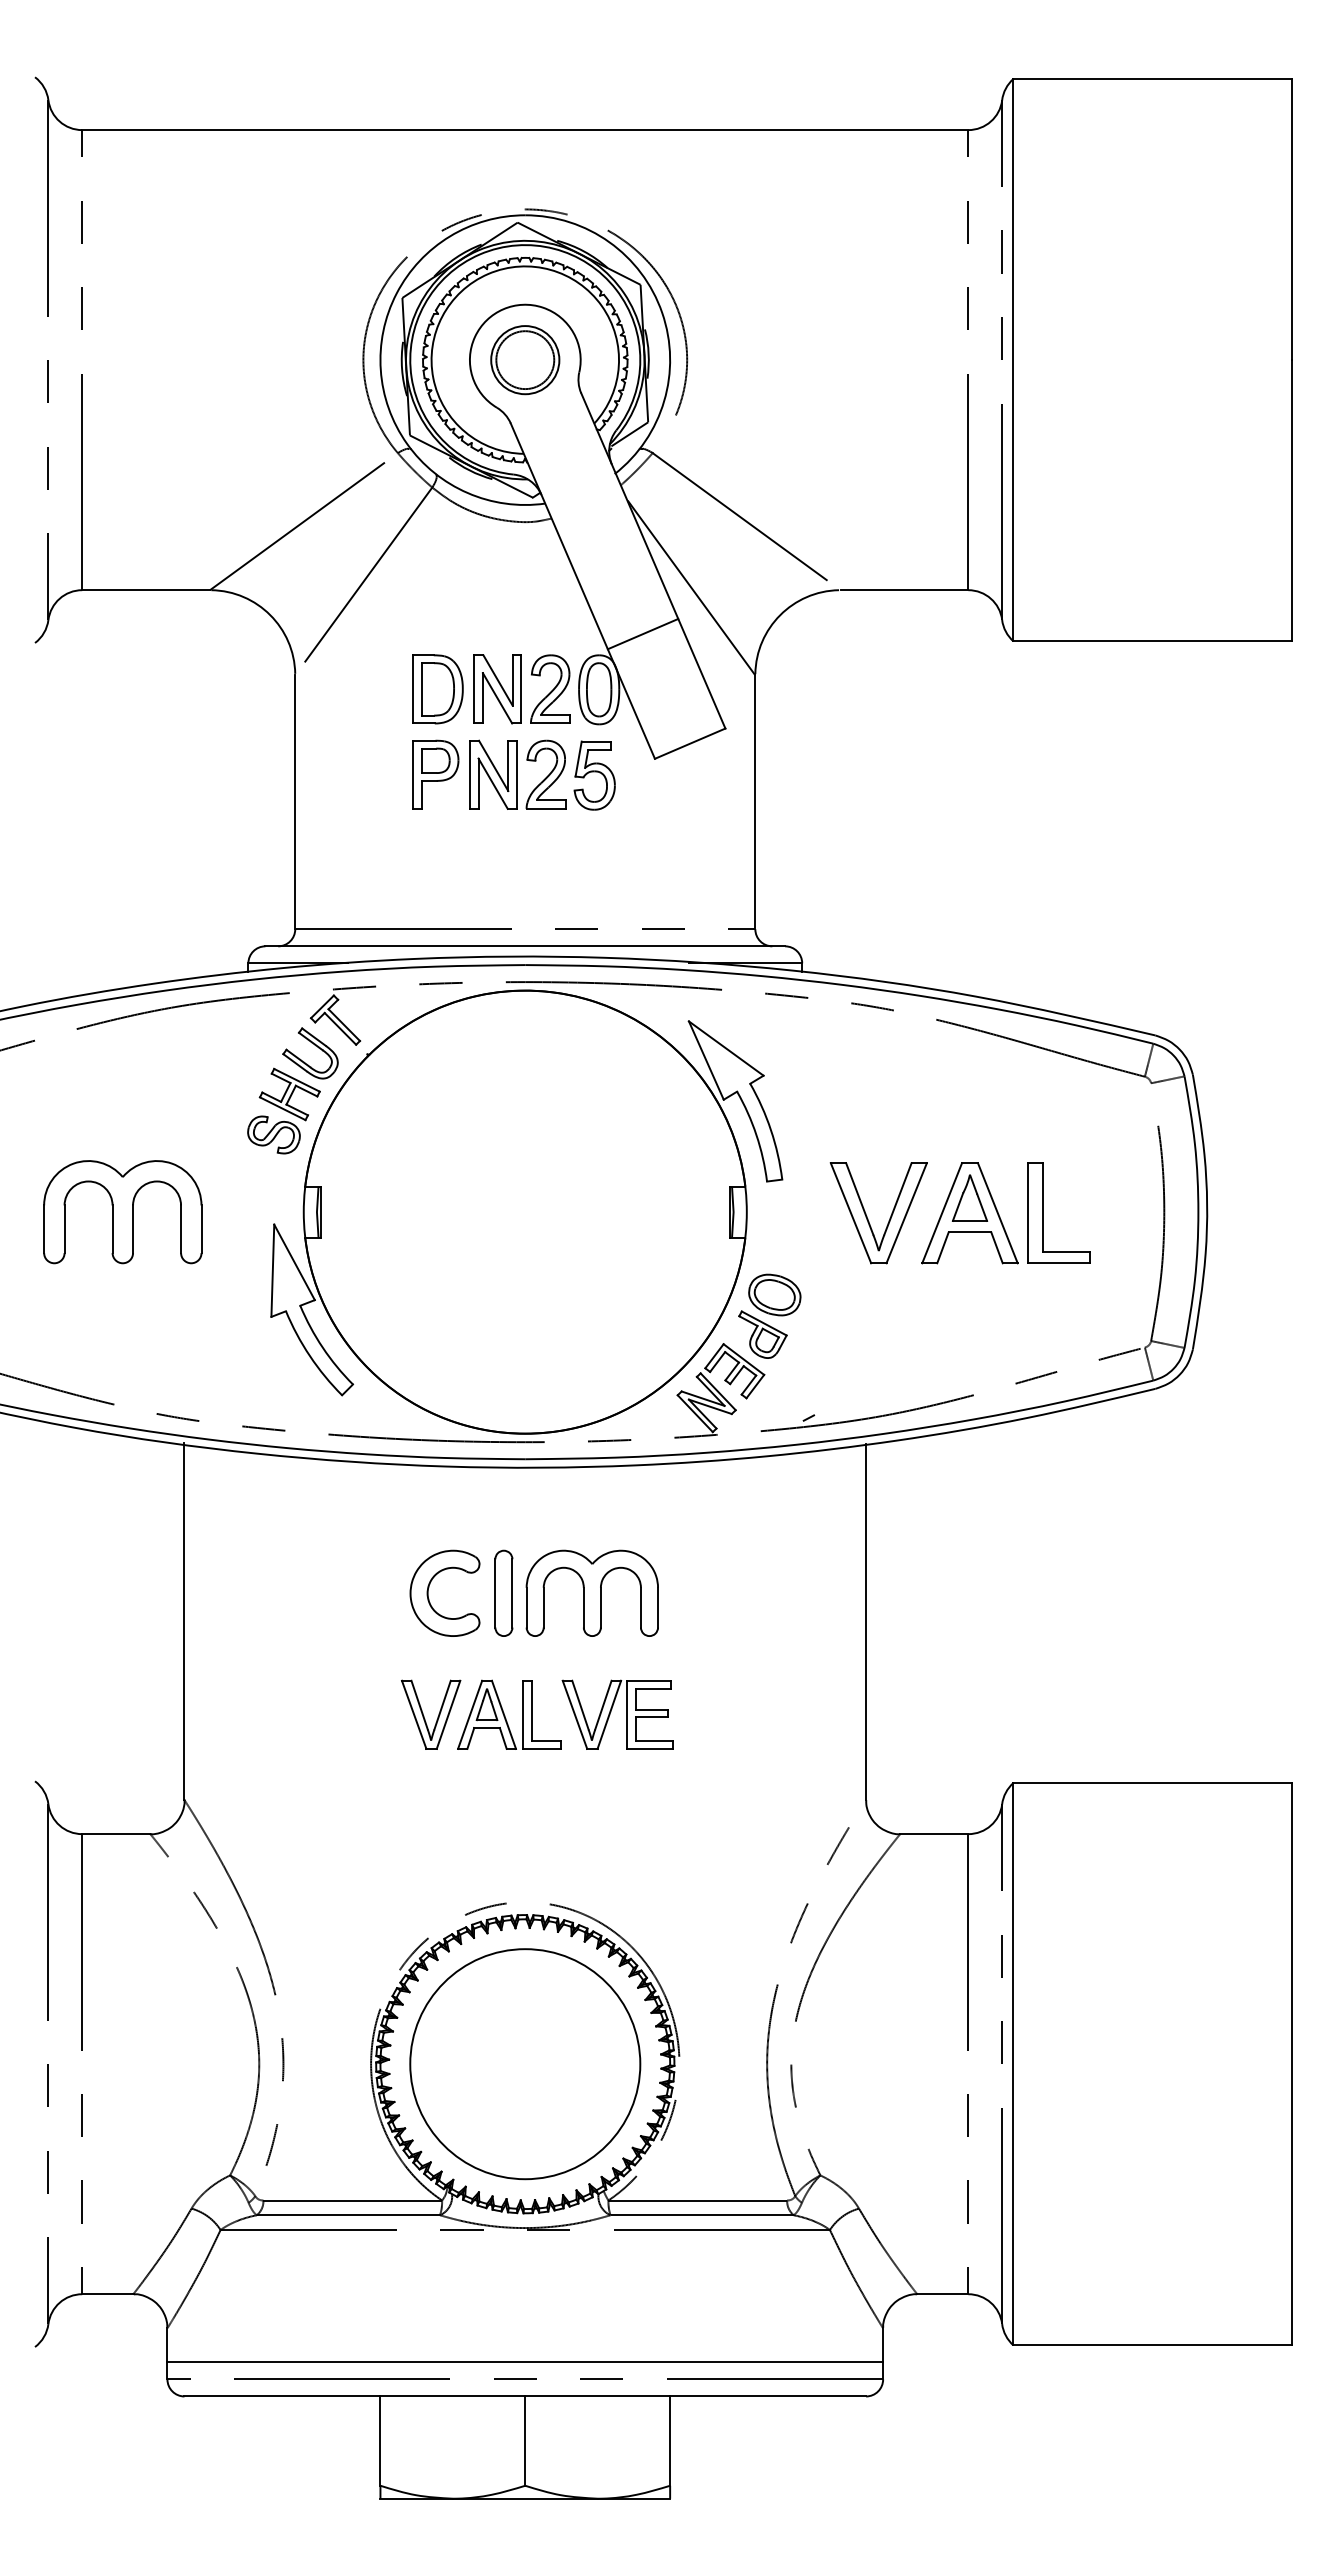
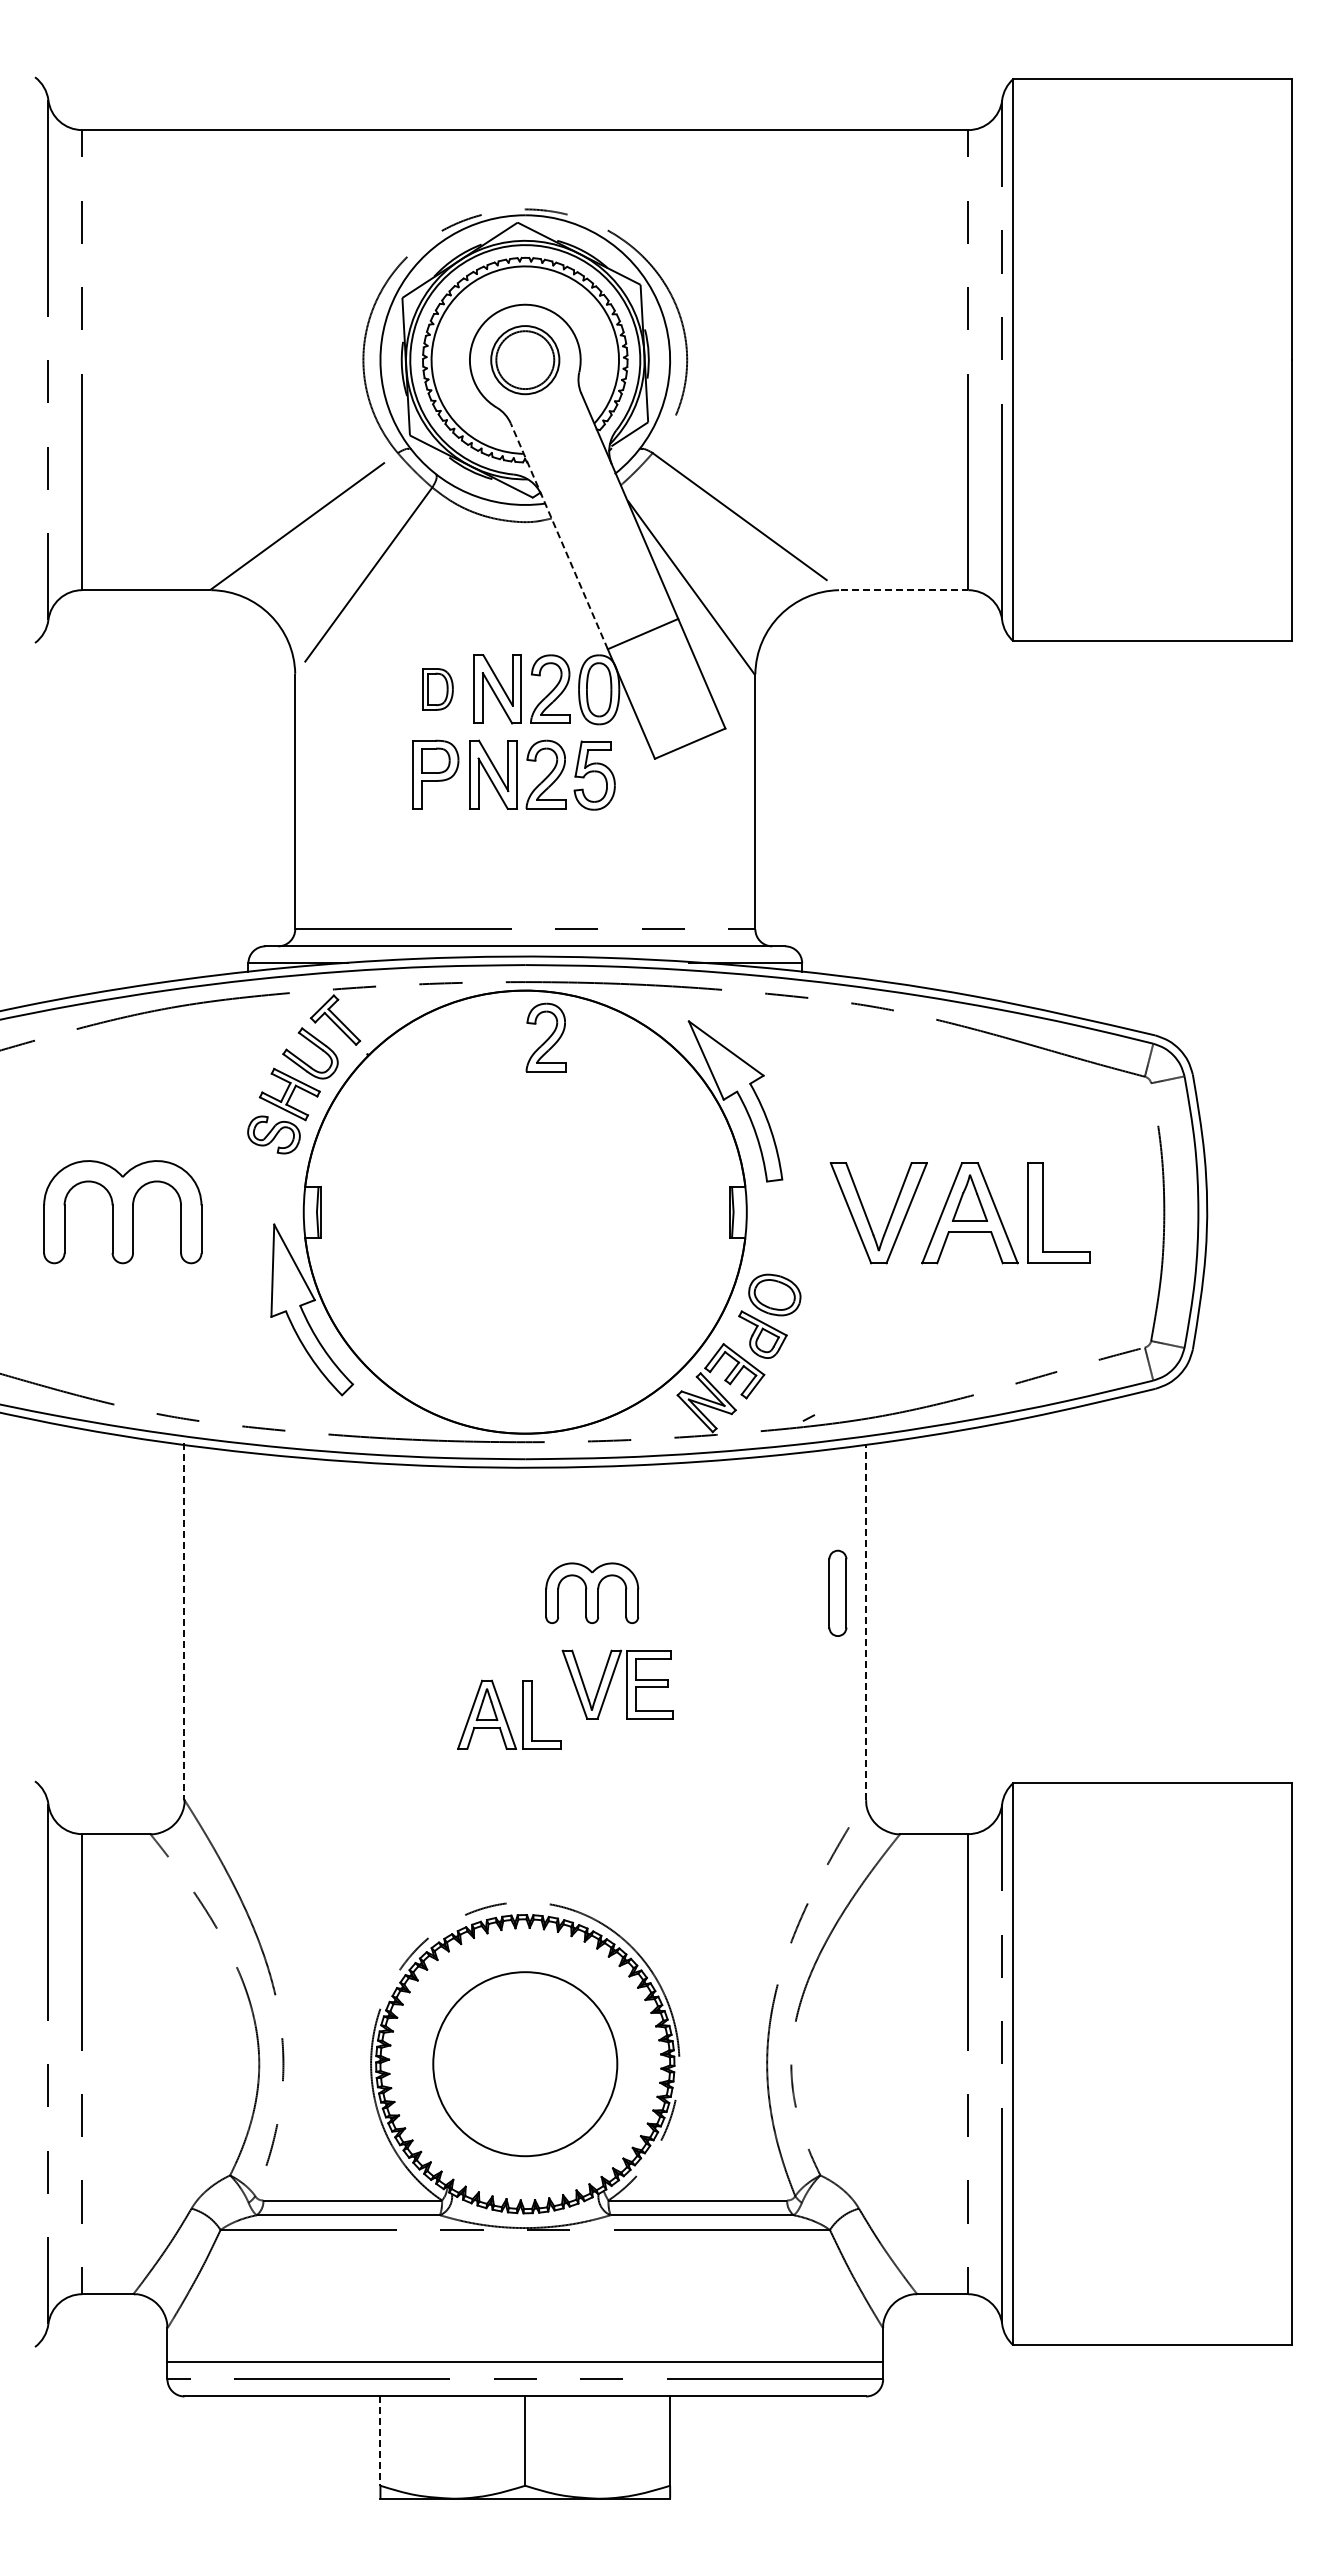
line at (559, 536): solid -> dashed
line at (904, 590): solid -> dashed
part at (437, 689) size: 52x71 px -> 32x43 px
part at (545, 1037): none -> present
part at (429, 1587): present -> none
part at (503, 1592) position: (503, 1592) -> (837, 1592)
part at (591, 1592) size: 134x88 px -> 95x62 px
line at (184, 1622): solid -> dashed
line at (866, 1622): solid -> dashed
part at (611, 1712) position: (611, 1712) -> (611, 1682)
part at (437, 1716): present -> none
circle at (525, 2064) diameter: 230 px -> 184 px
line at (380, 2441): solid -> dashed
